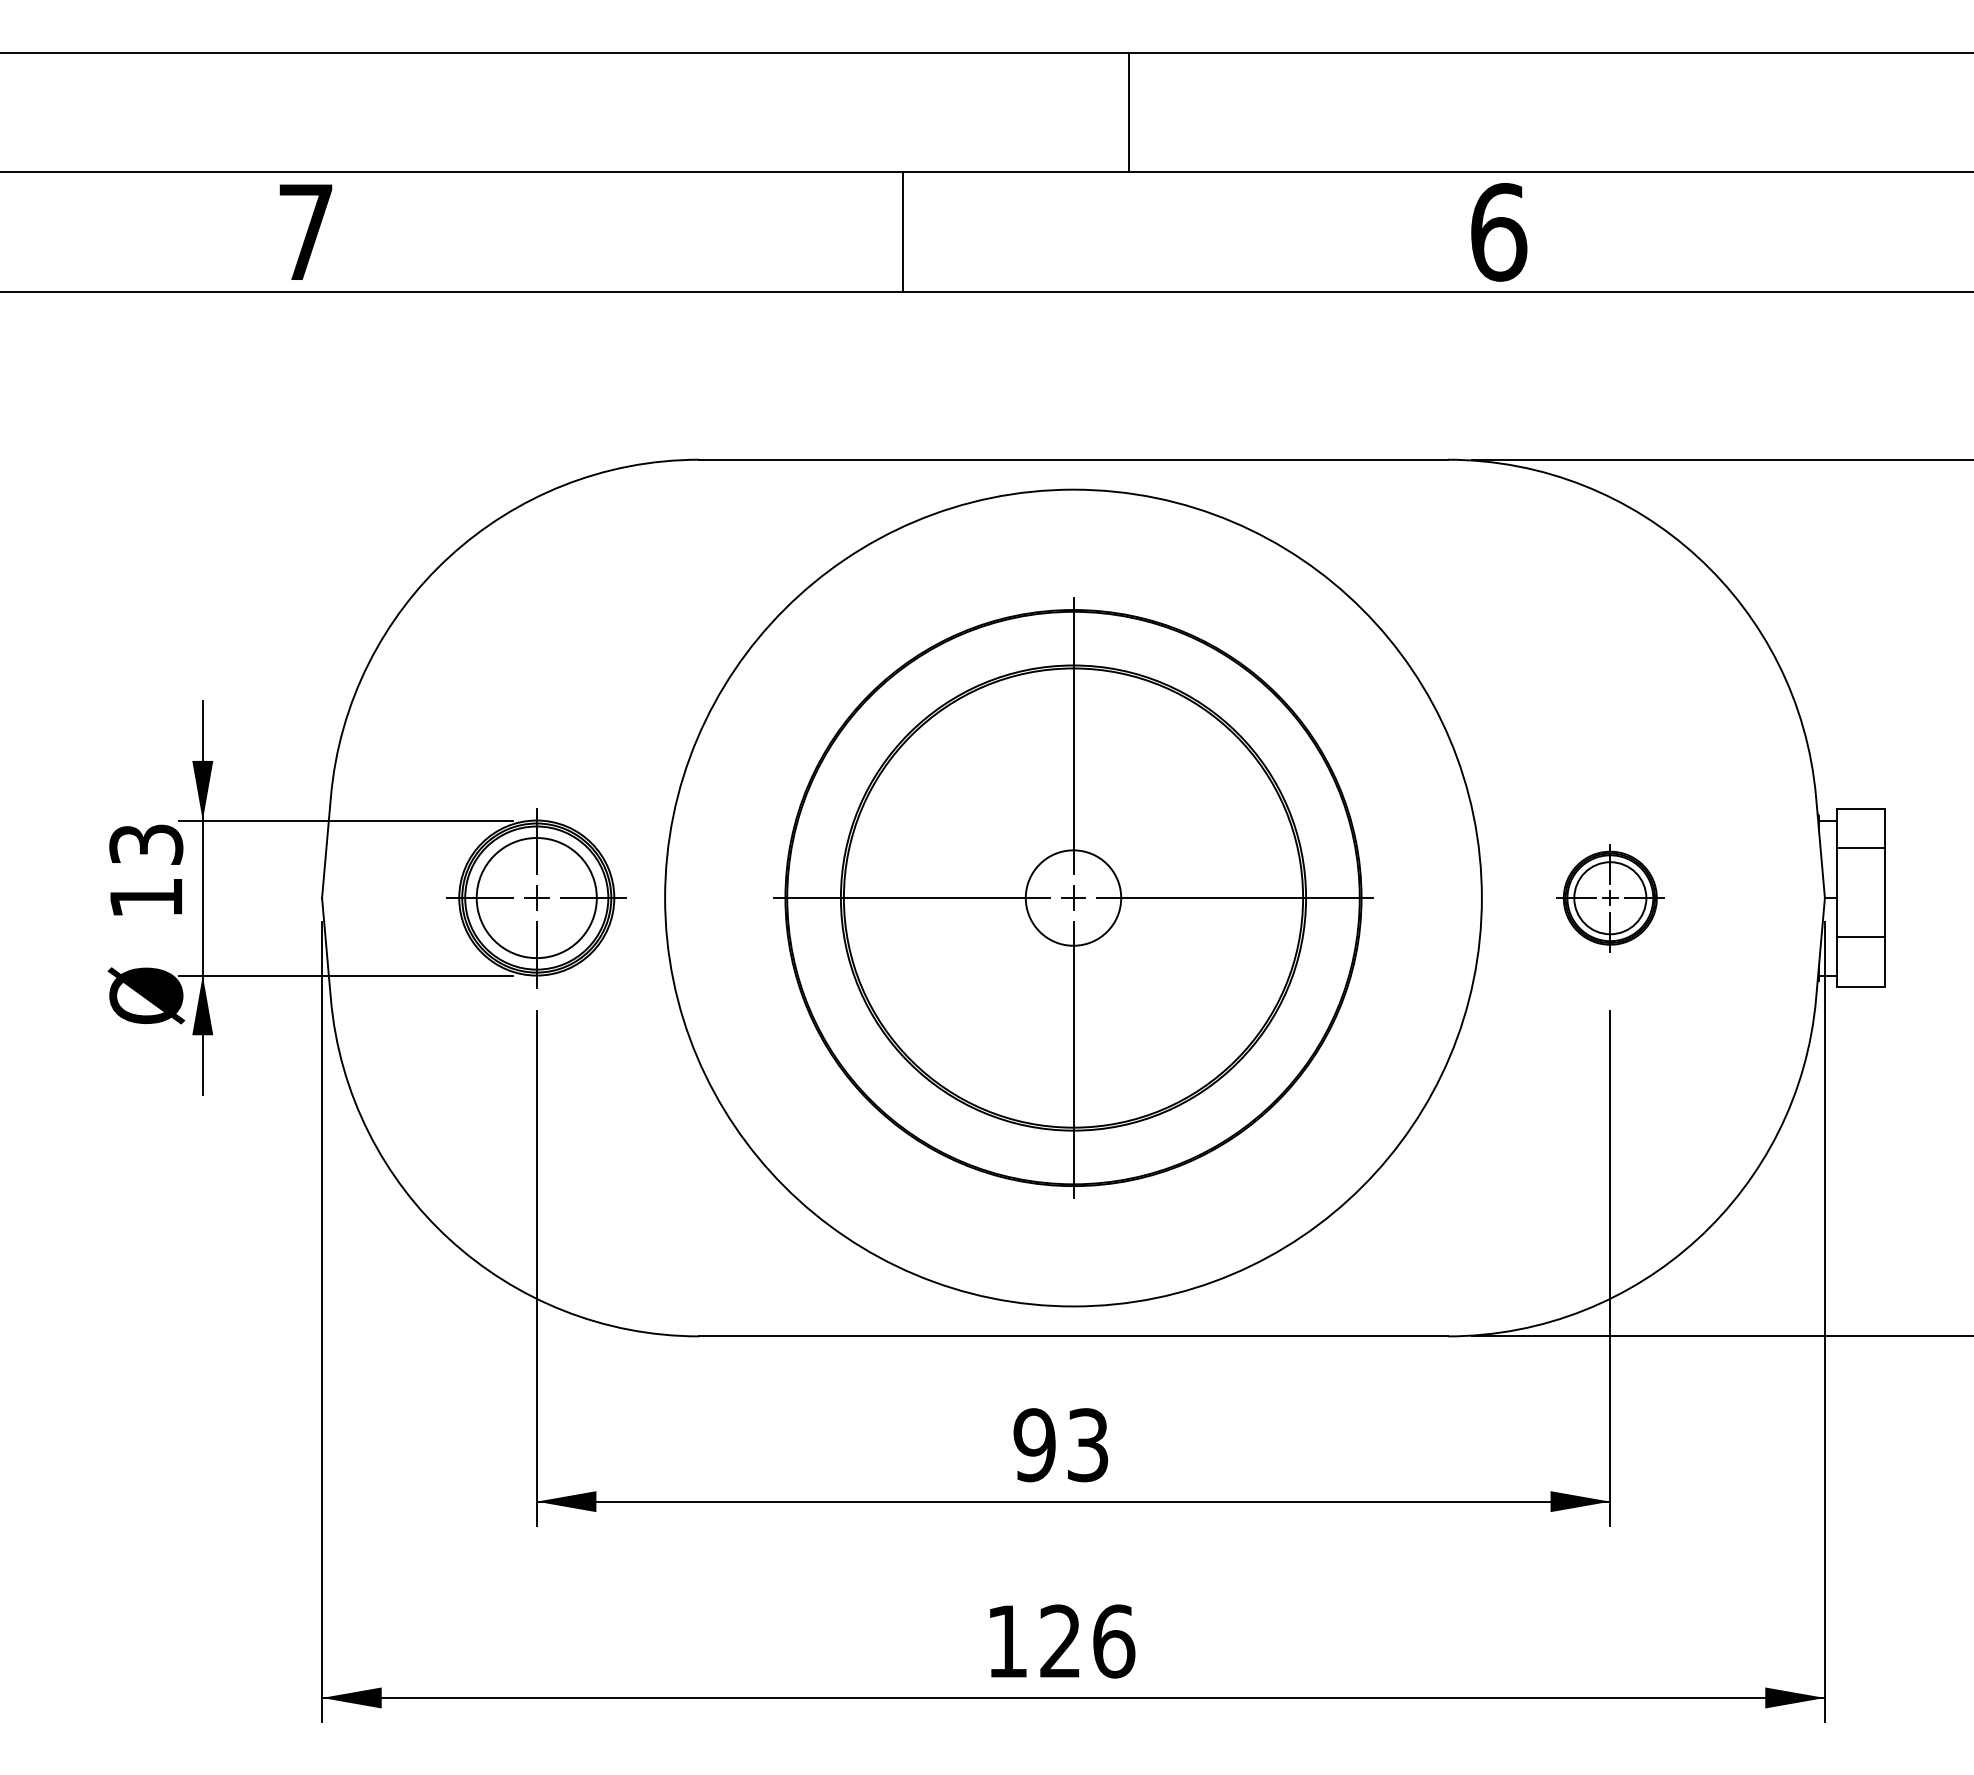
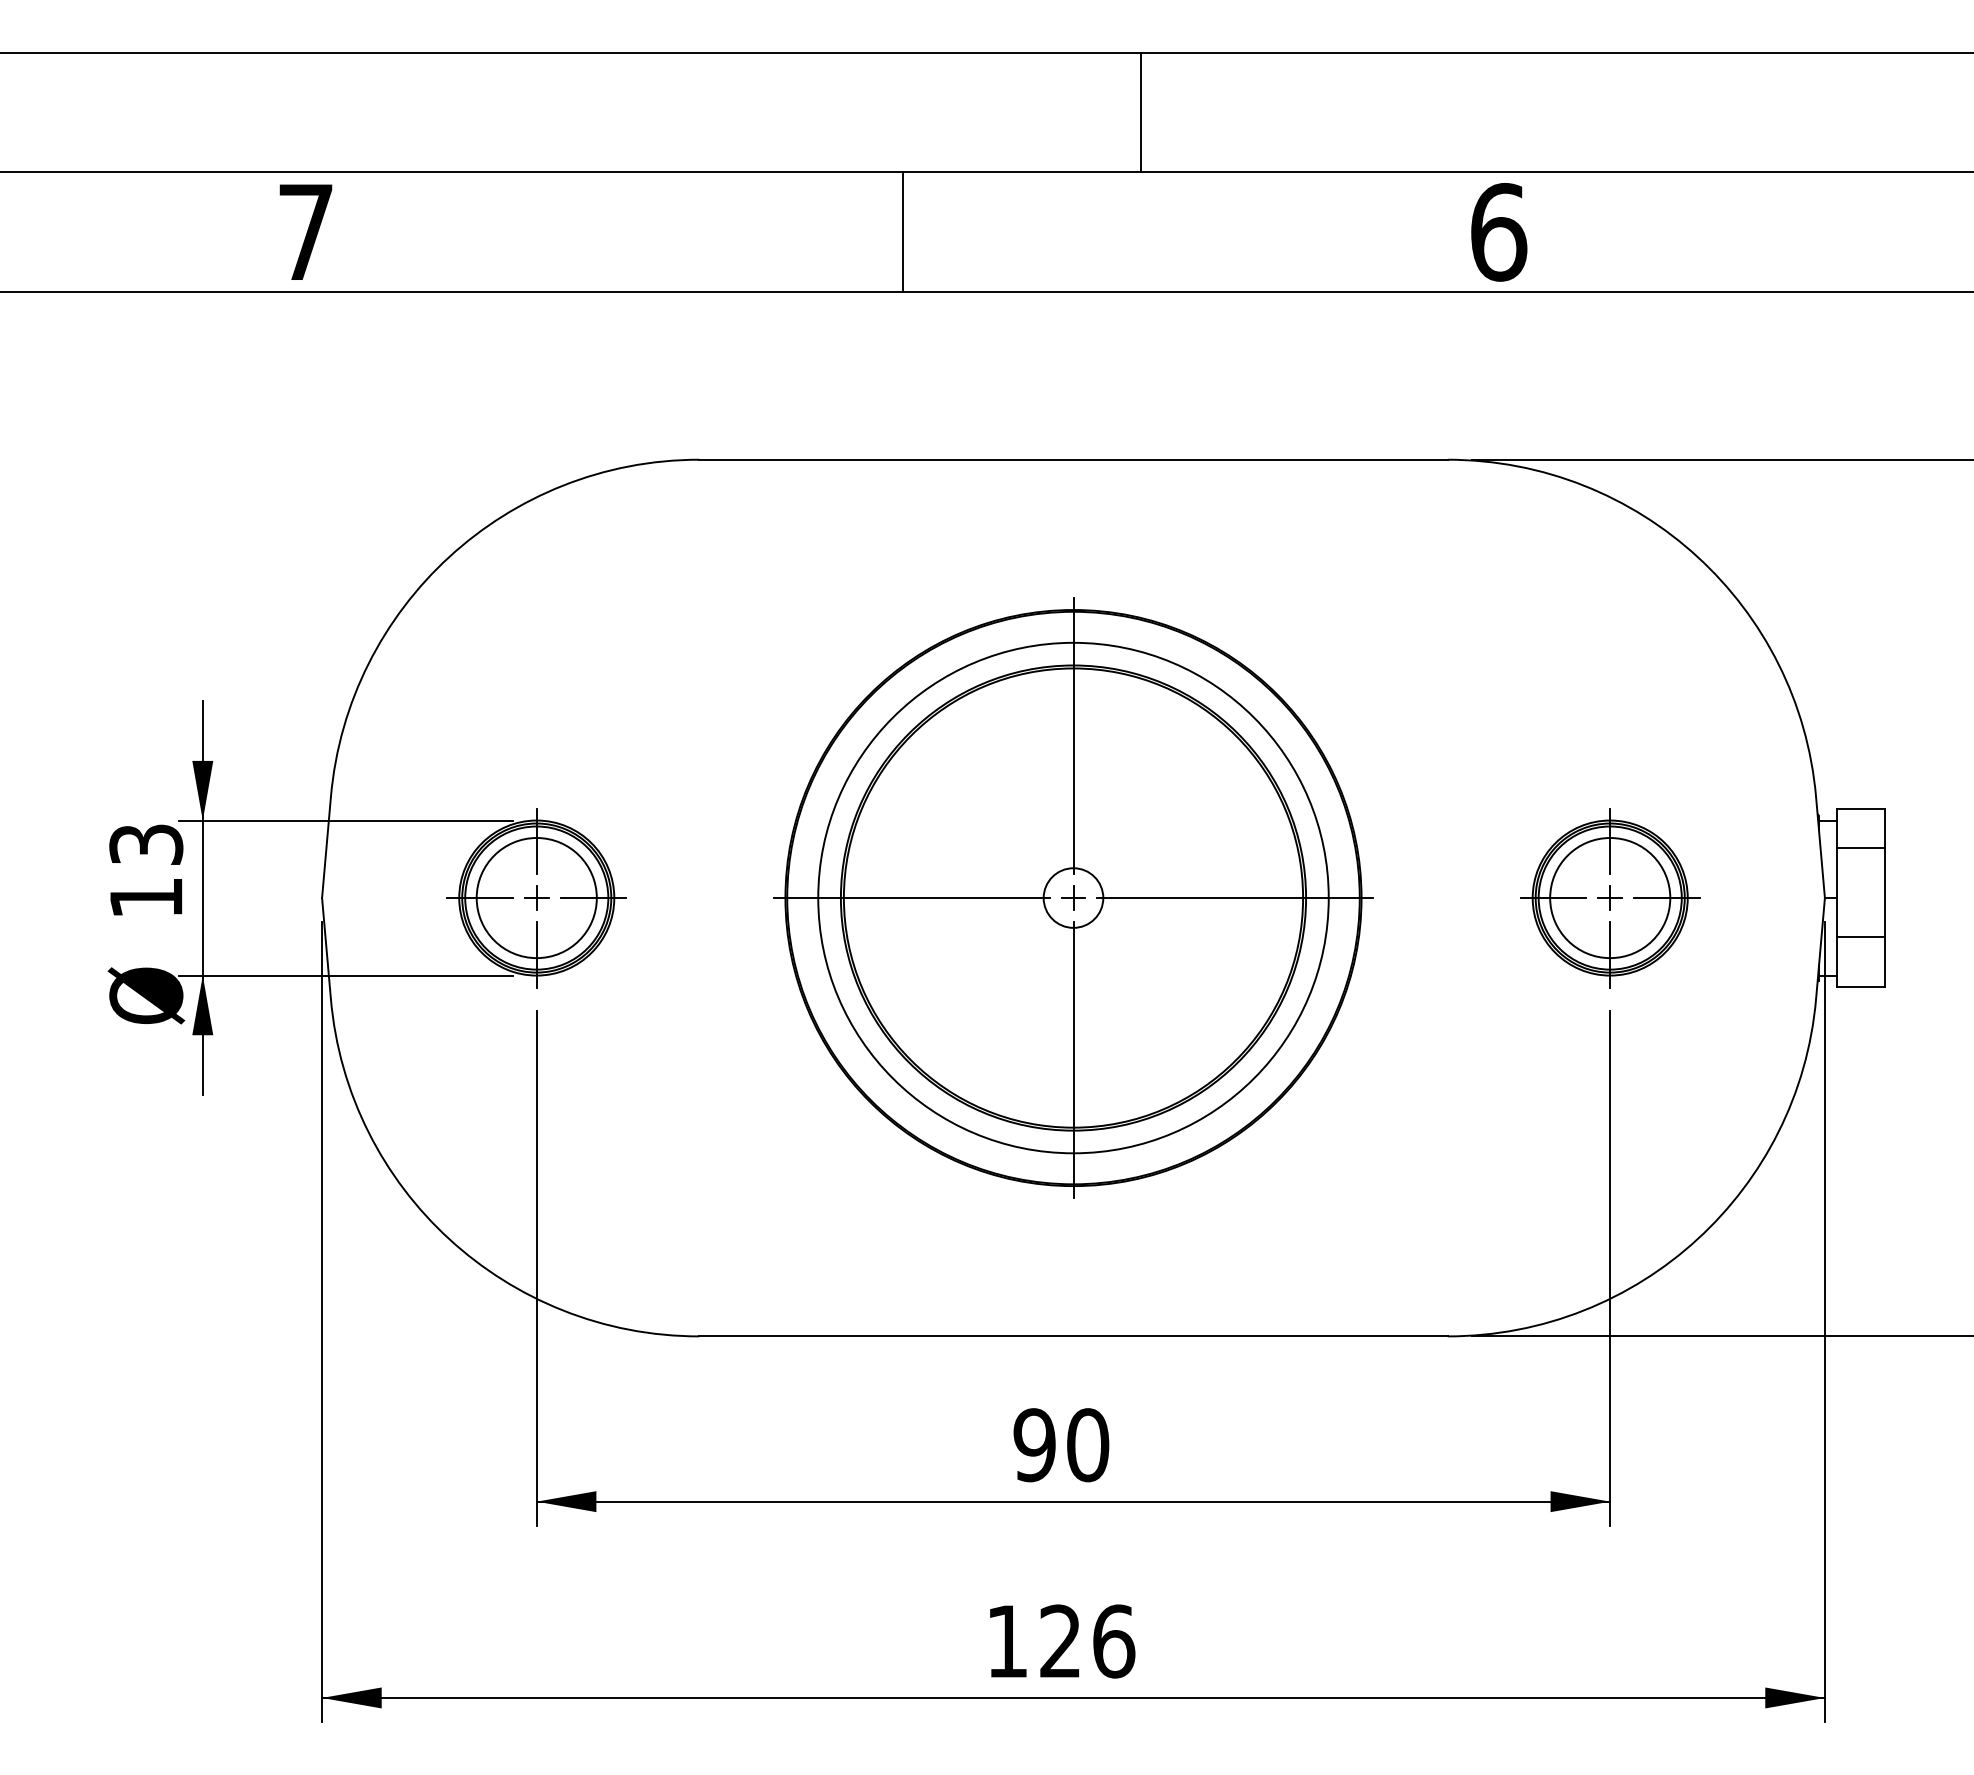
line at (1129, 112) position: (1129, 112) -> (1141, 112)
circle at (1073, 897) diameter: 817 px -> 510 px
circle at (1073, 897) diameter: 95 px -> 60 px
part at (1610, 898) size: 109x109 px -> 181x181 px
text at (1088, 1445): 93 -> 90
